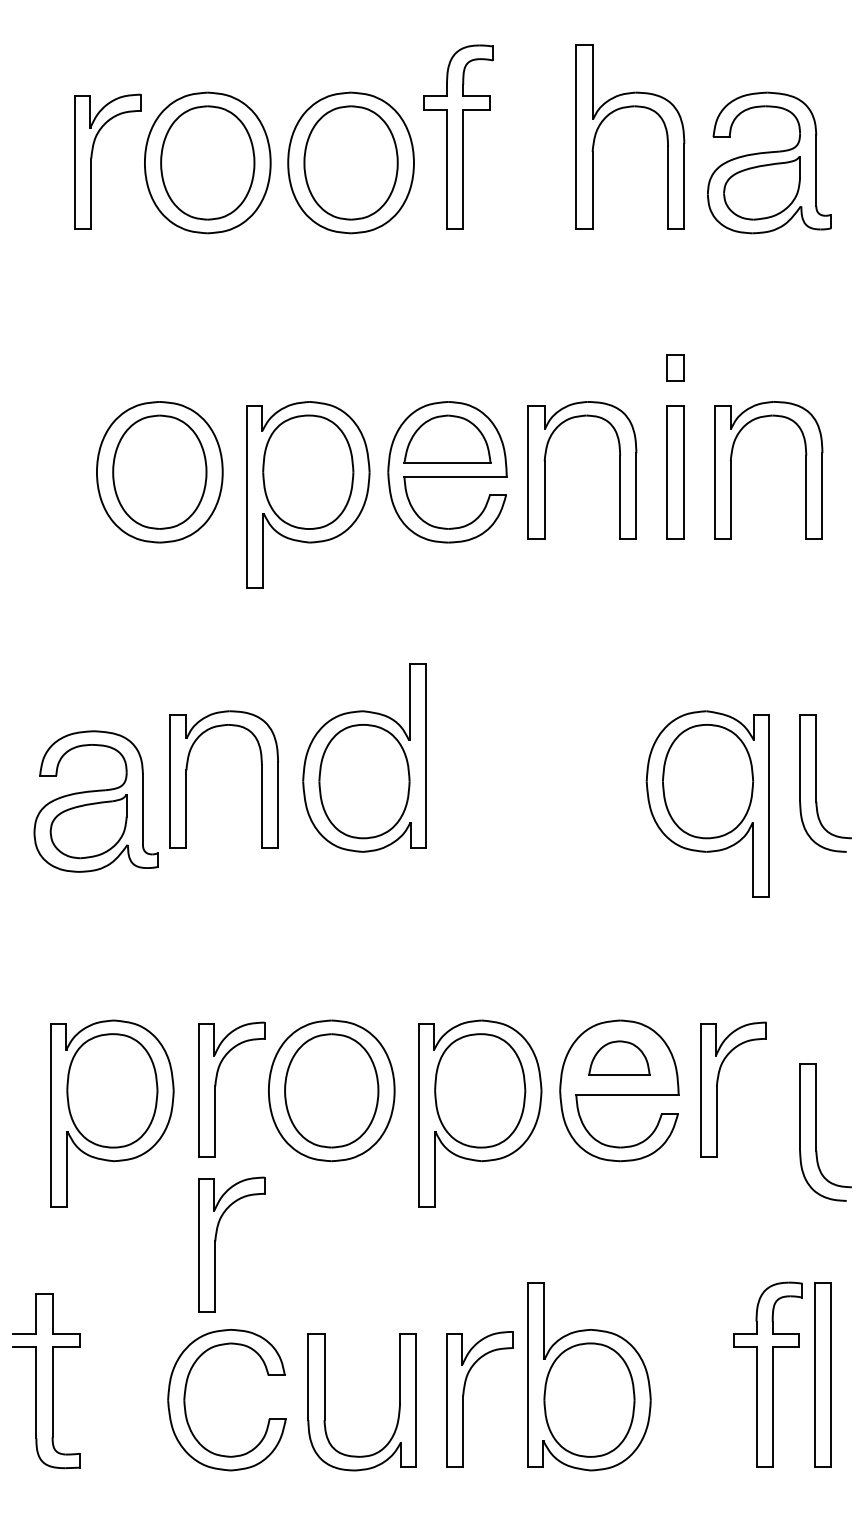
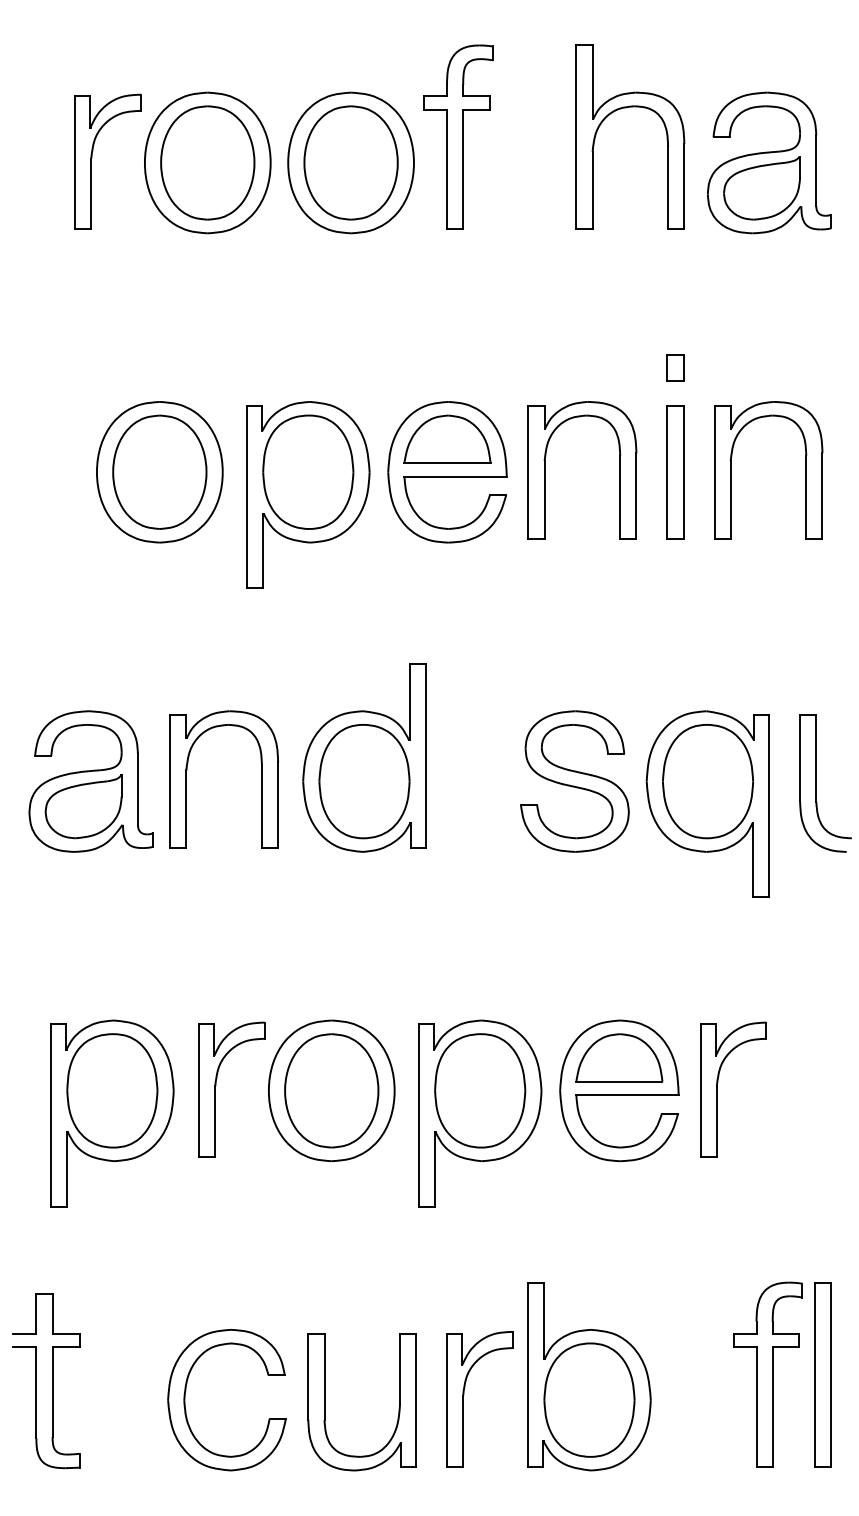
part at (574, 781): none -> present
part at (95, 801) position: (95, 801) -> (90, 781)
part at (619, 1057) size: 63x36 px -> 89x50 px
part at (816, 1132): present -> none
part at (216, 1241): present -> none
